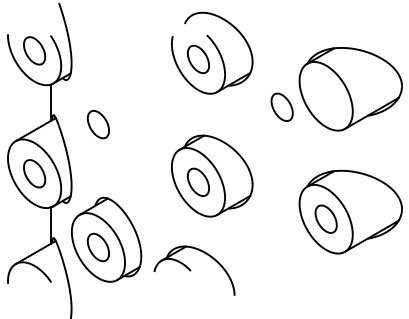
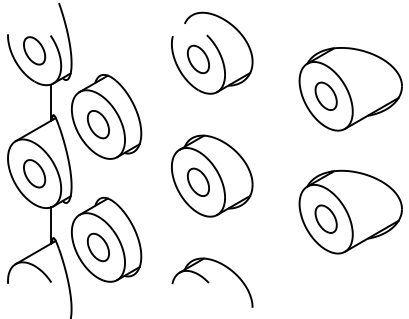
part at (281, 106) position: (281, 106) -> (325, 95)
part at (106, 116): none -> present
part at (194, 270) position: (194, 270) -> (212, 282)
